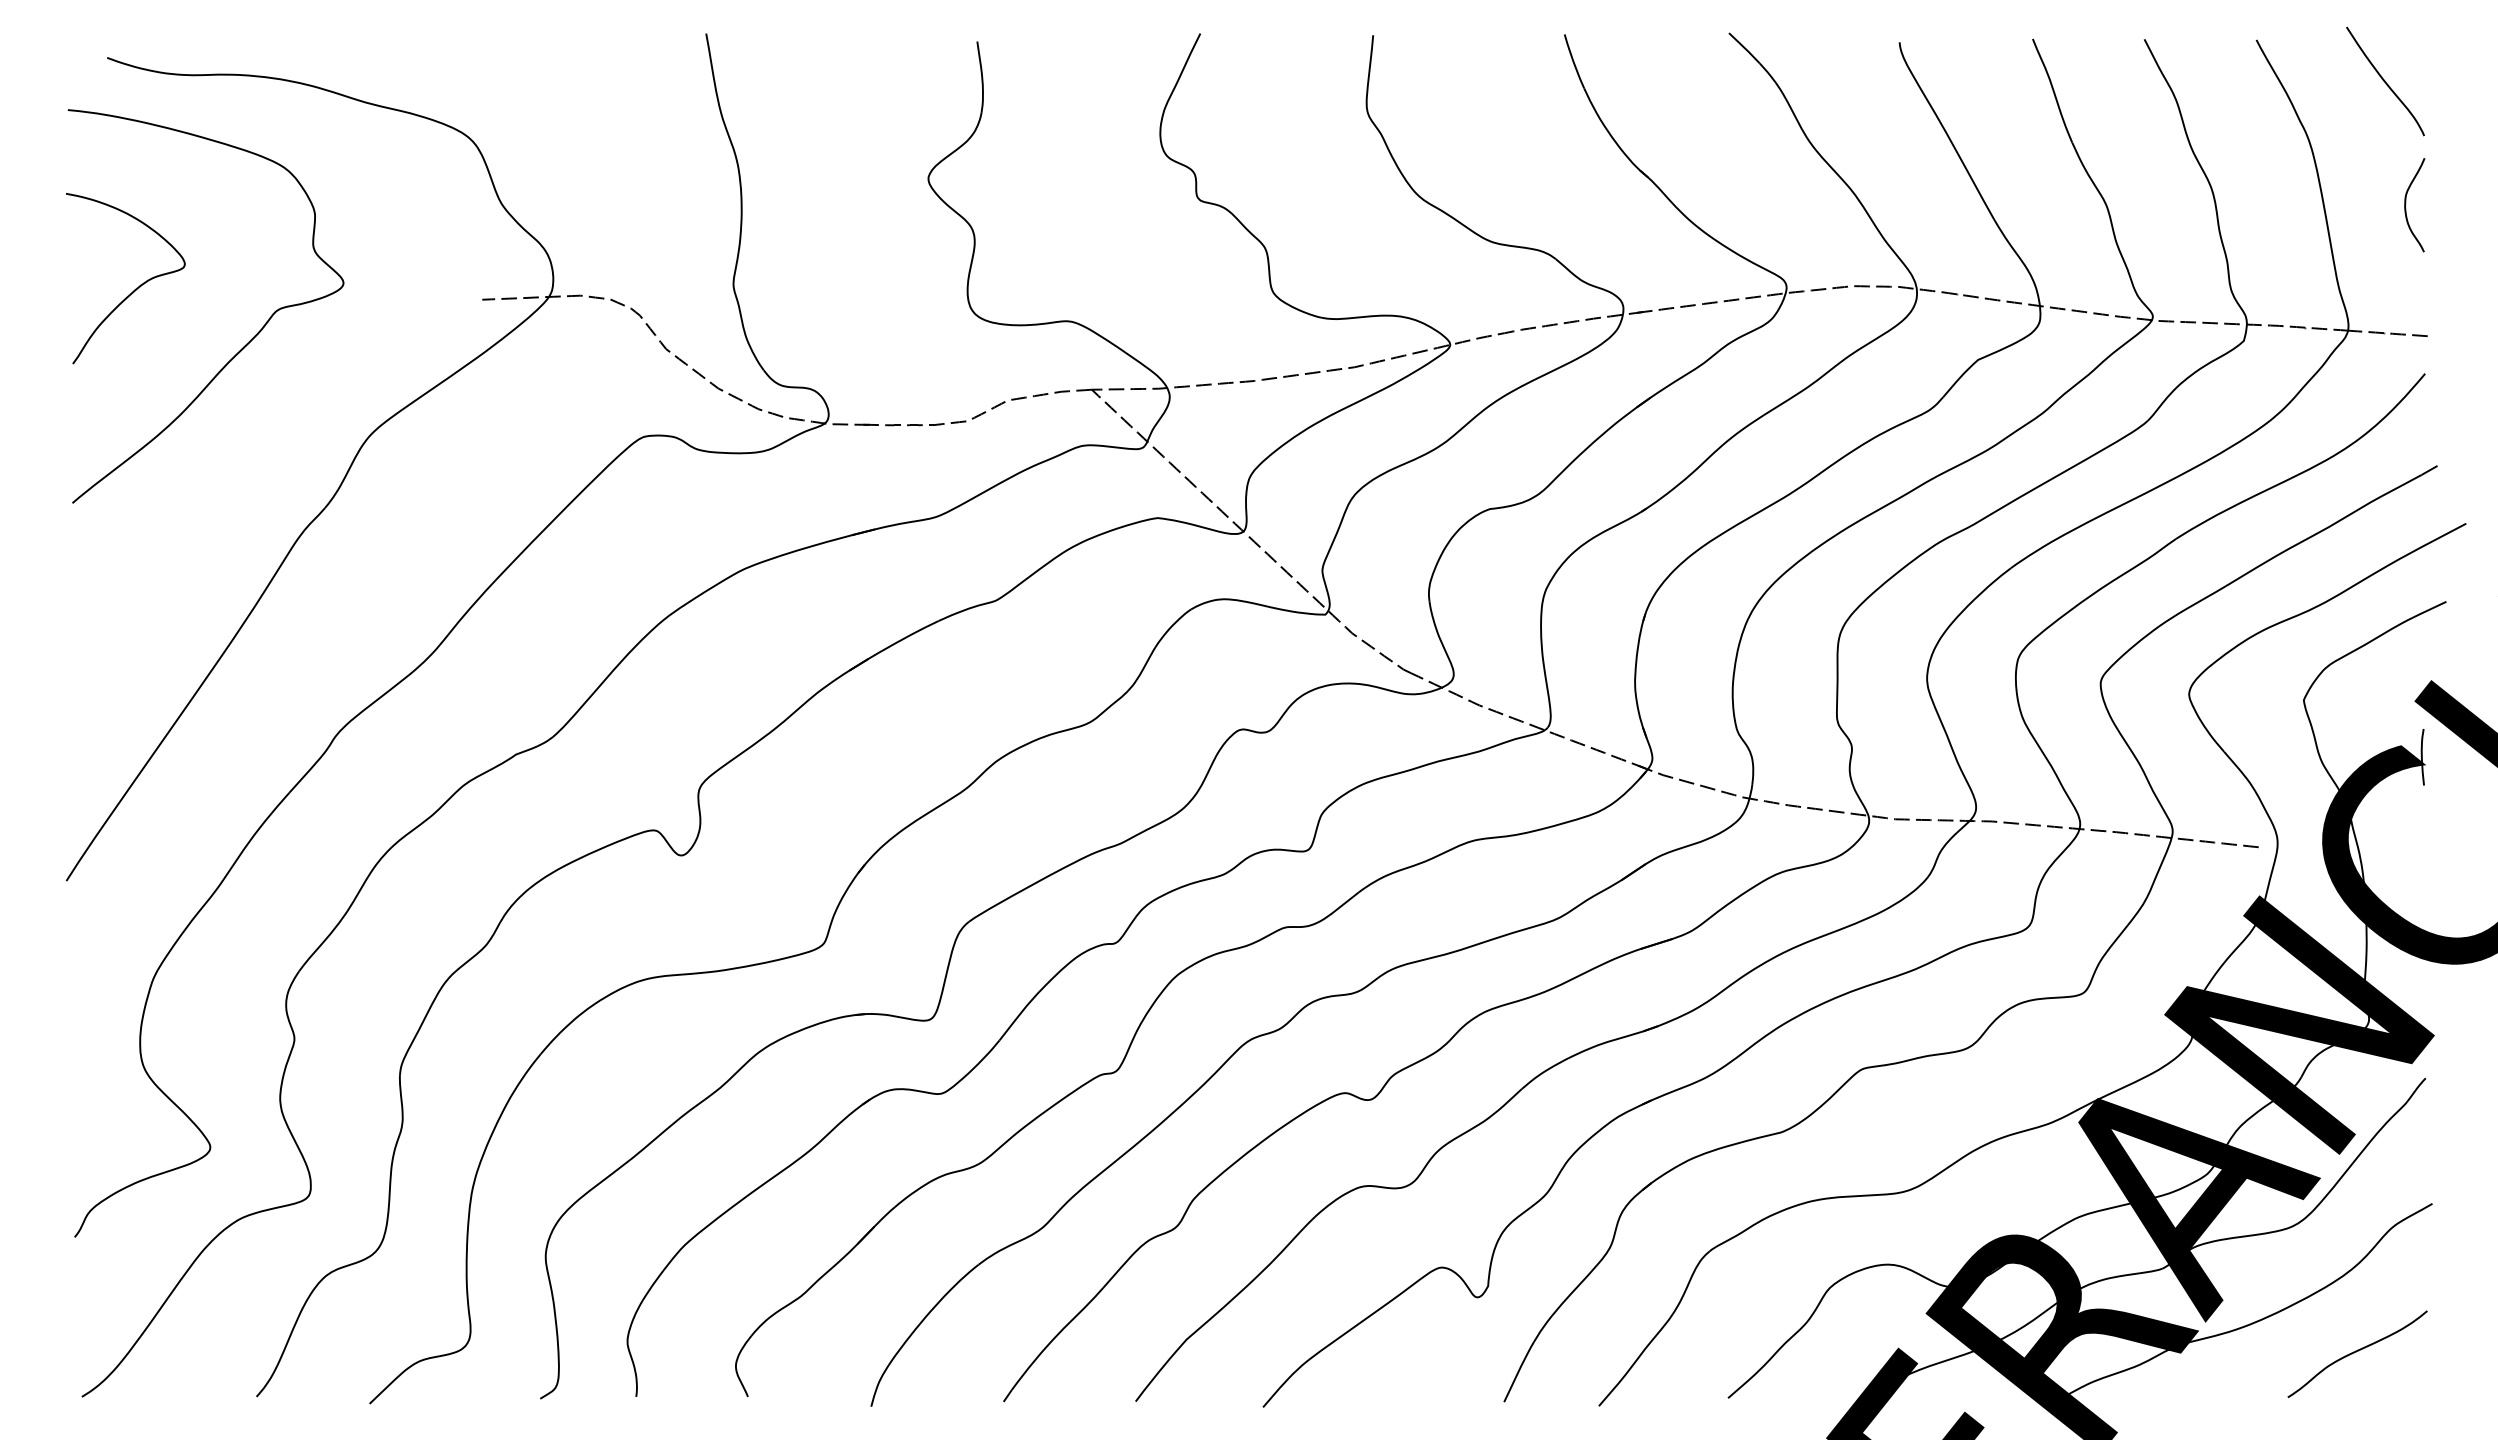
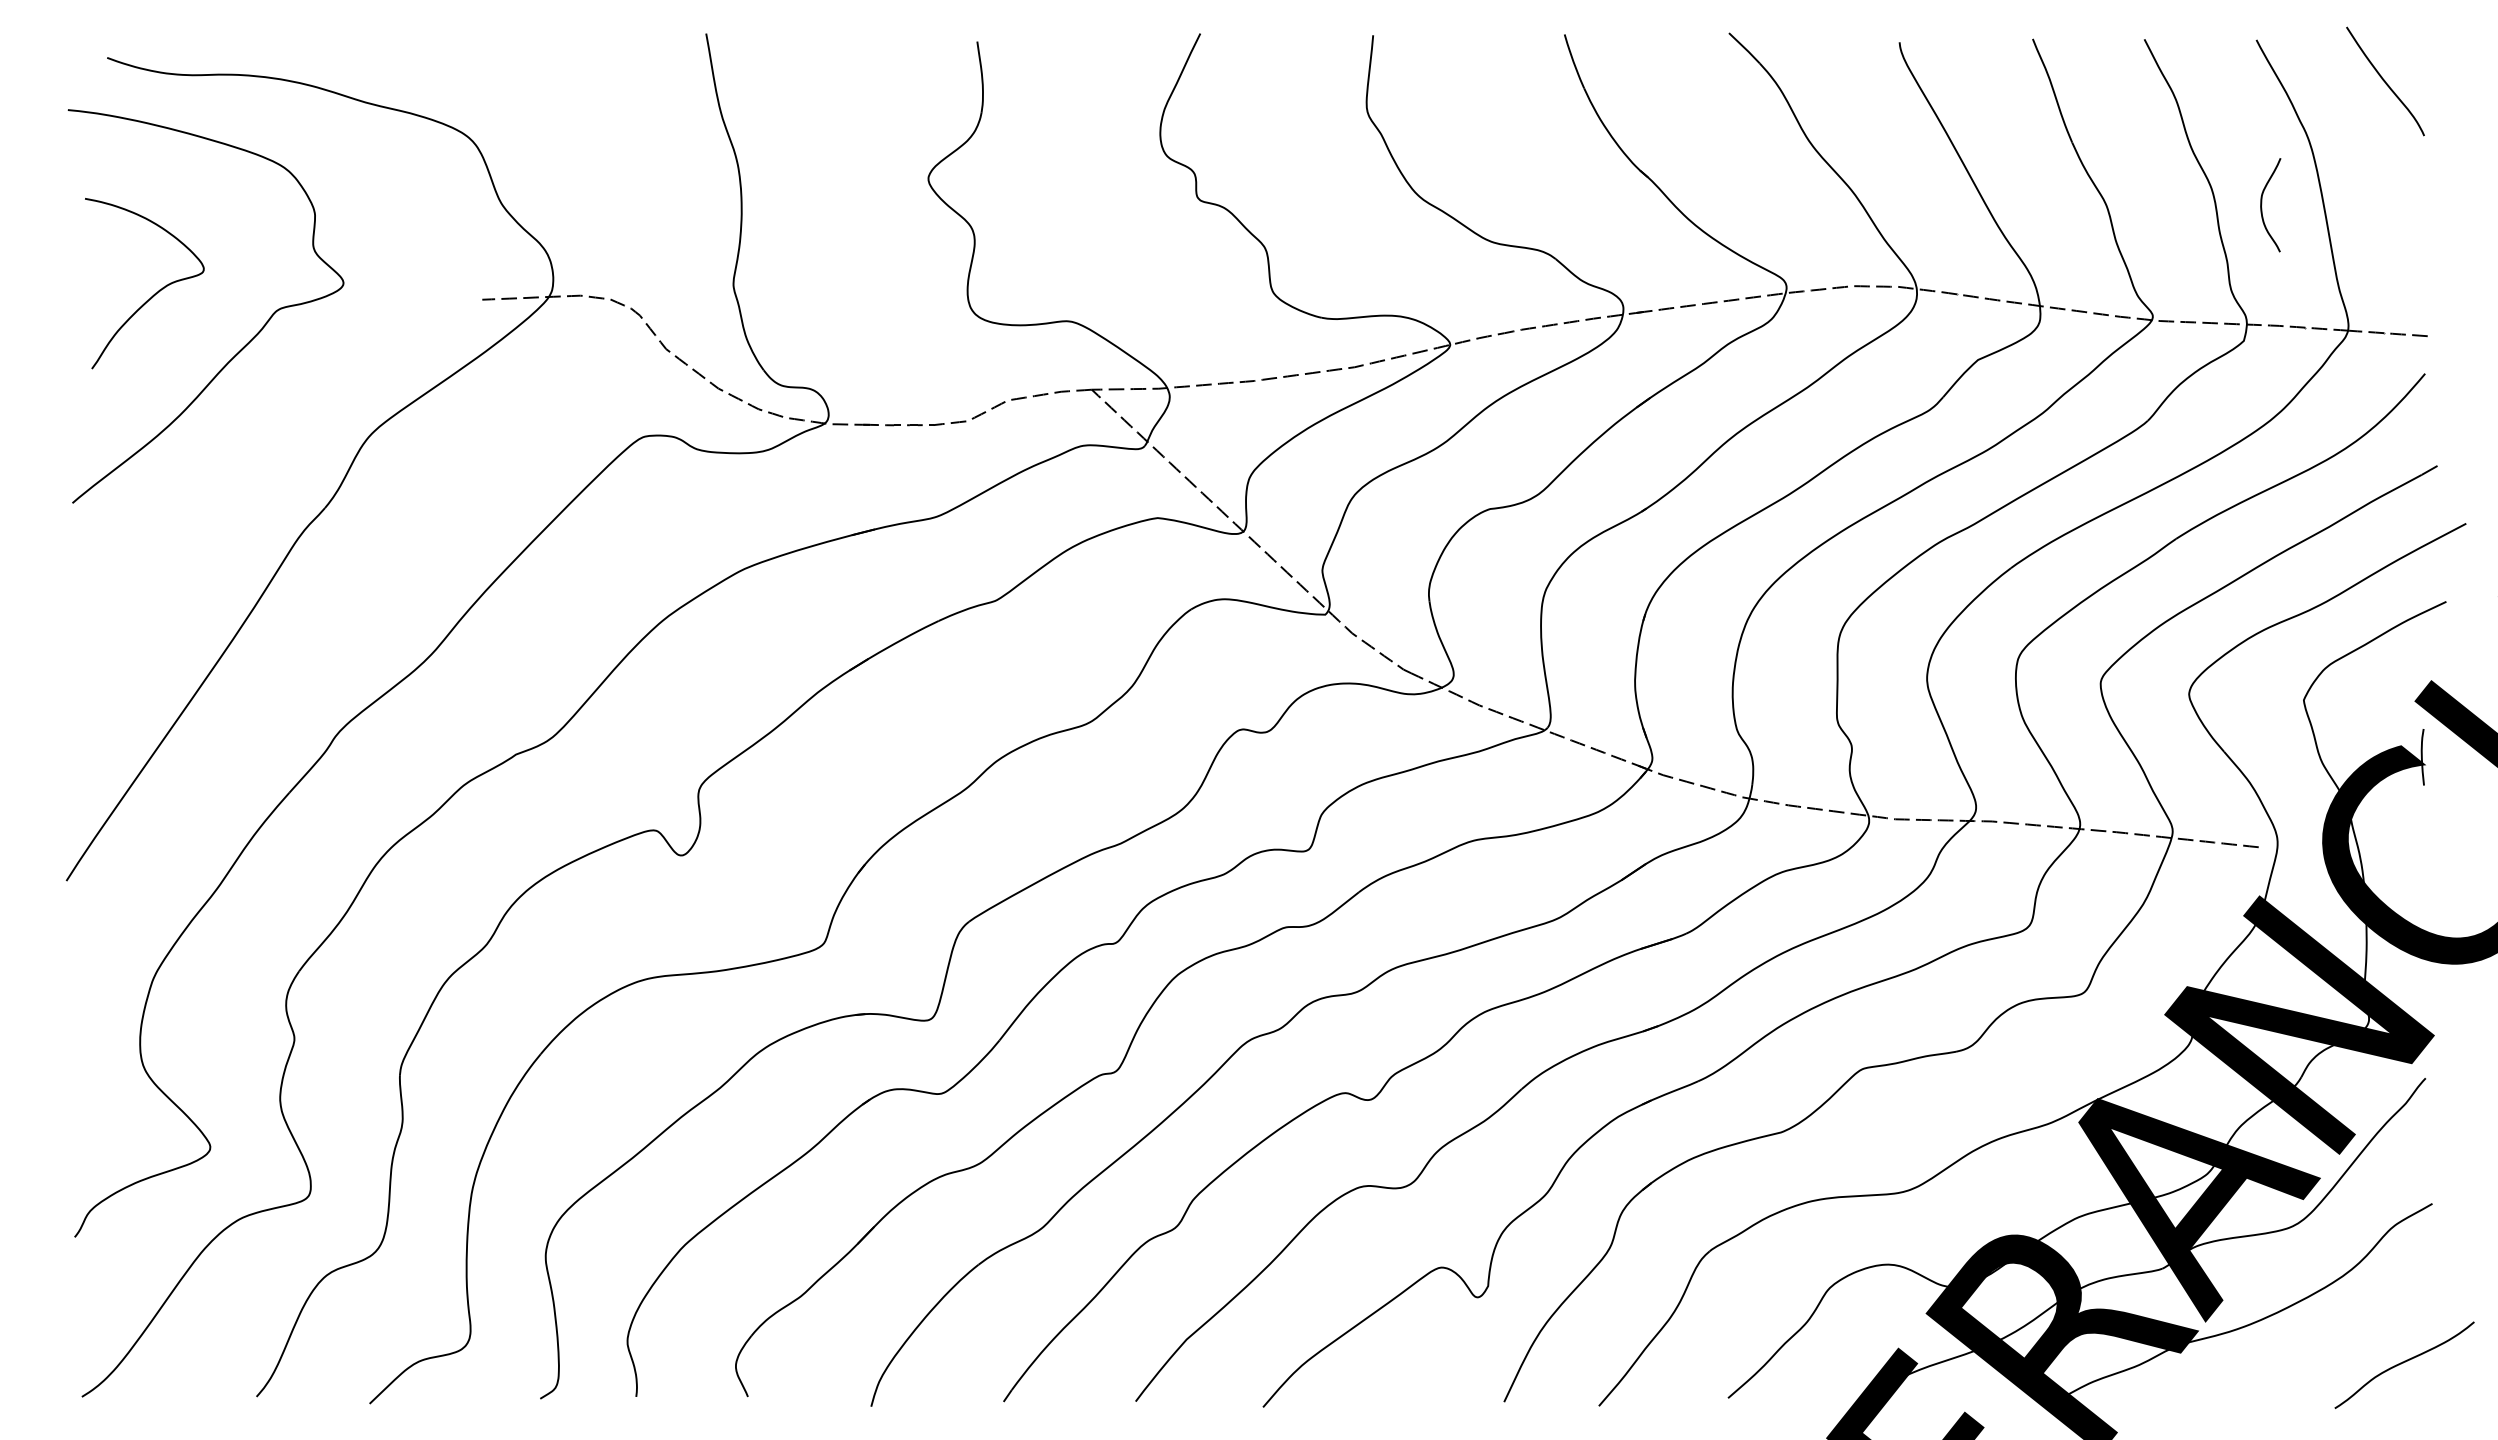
curve at (2406, 204) position: (2406, 204) -> (2262, 204)
curve at (135, 288) position: (135, 288) -> (154, 293)
curve at (2356, 1352) position: (2356, 1352) -> (2403, 1363)
